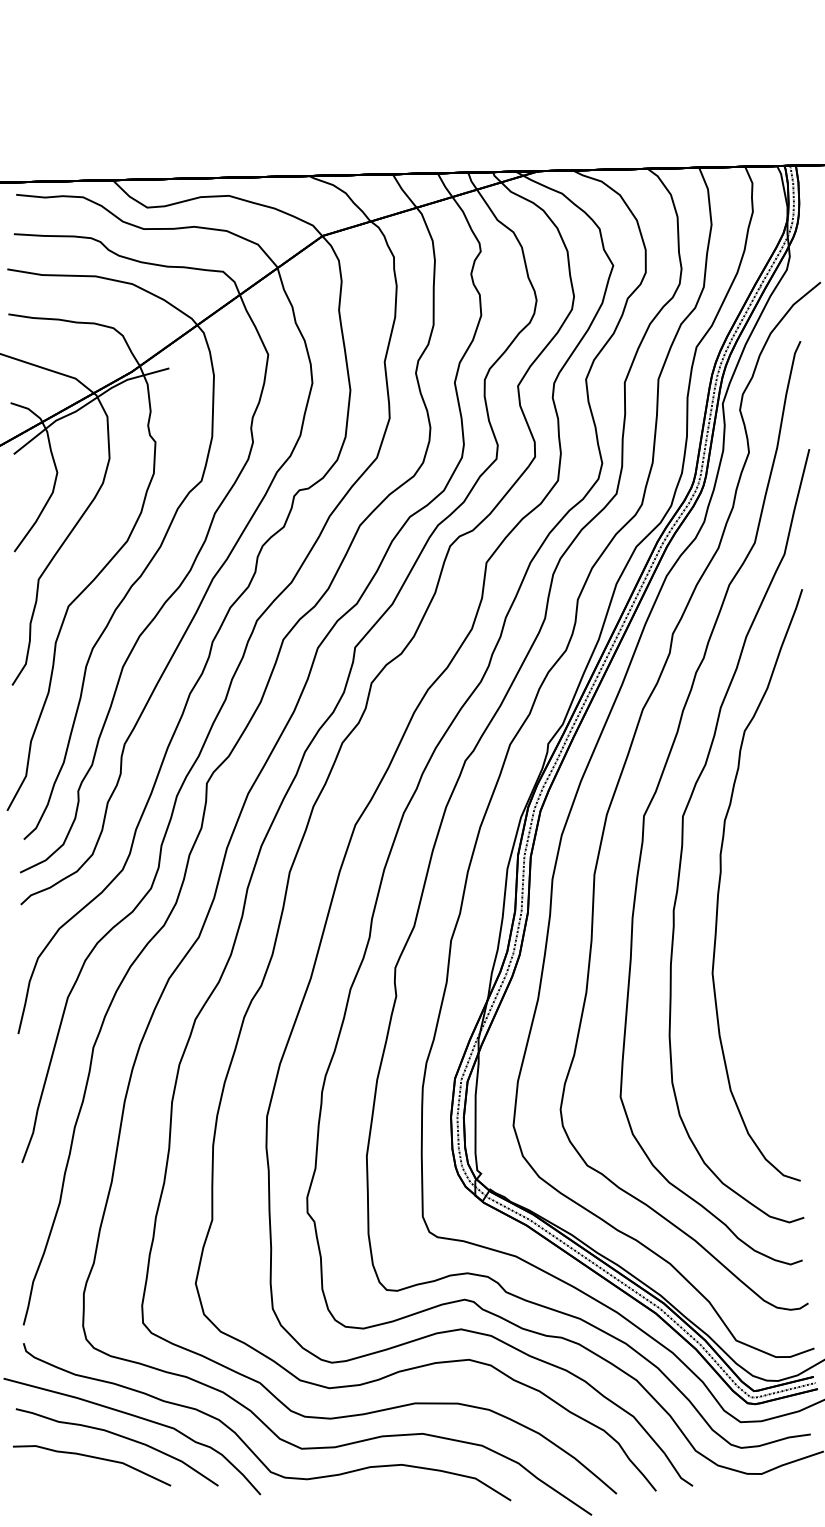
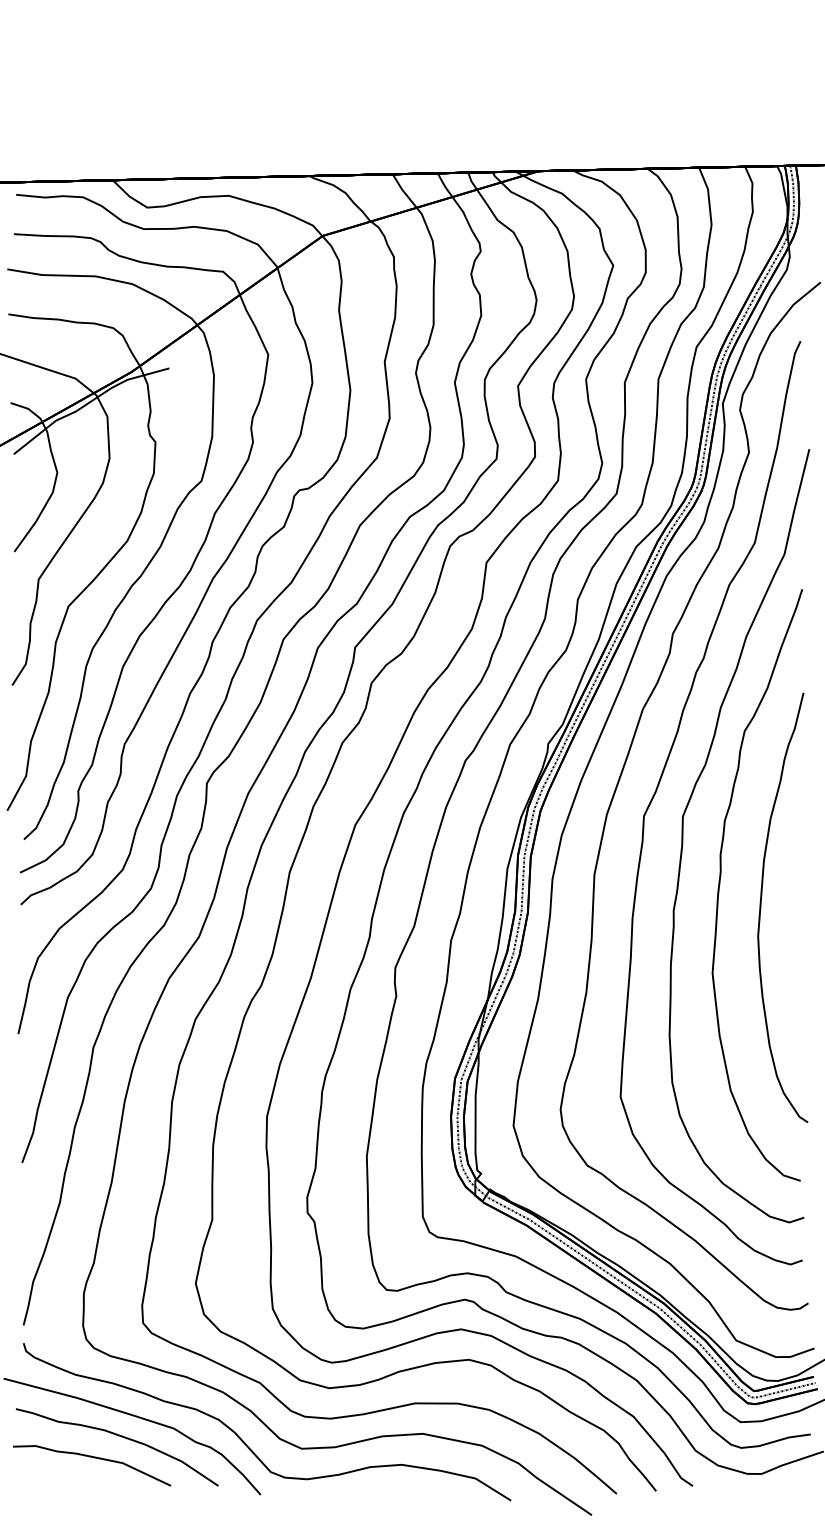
part at (761, 907): none -> present
